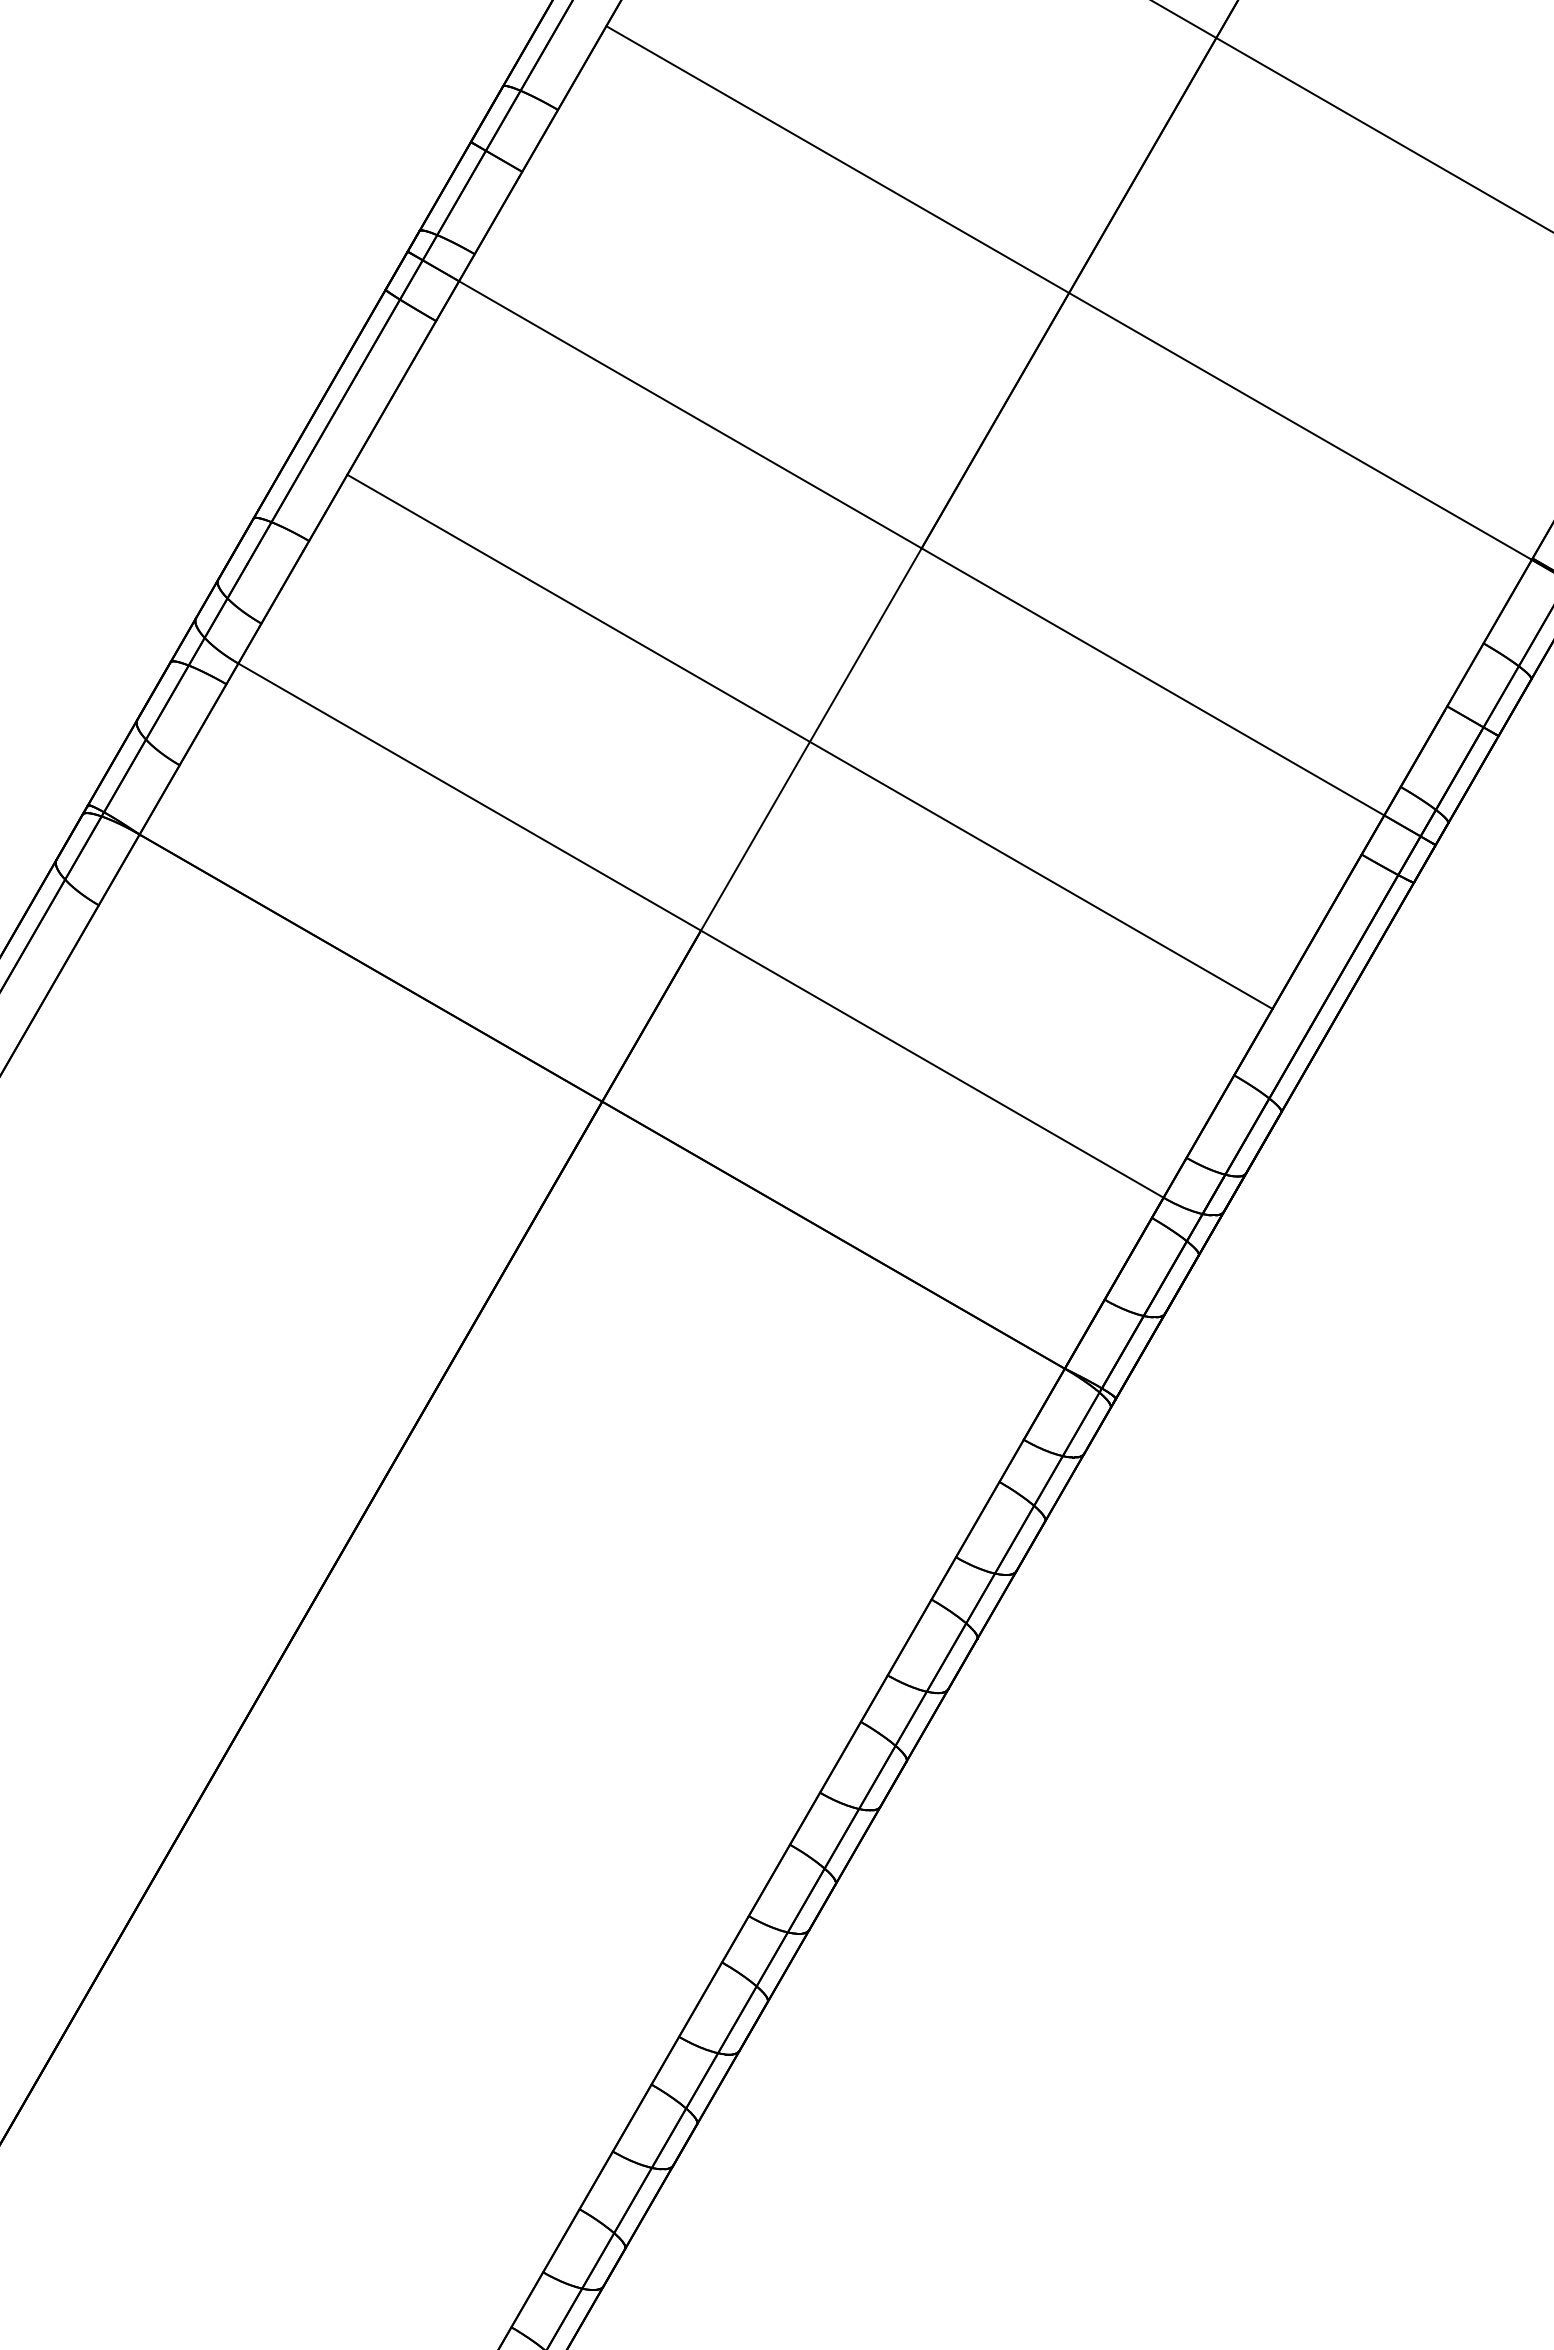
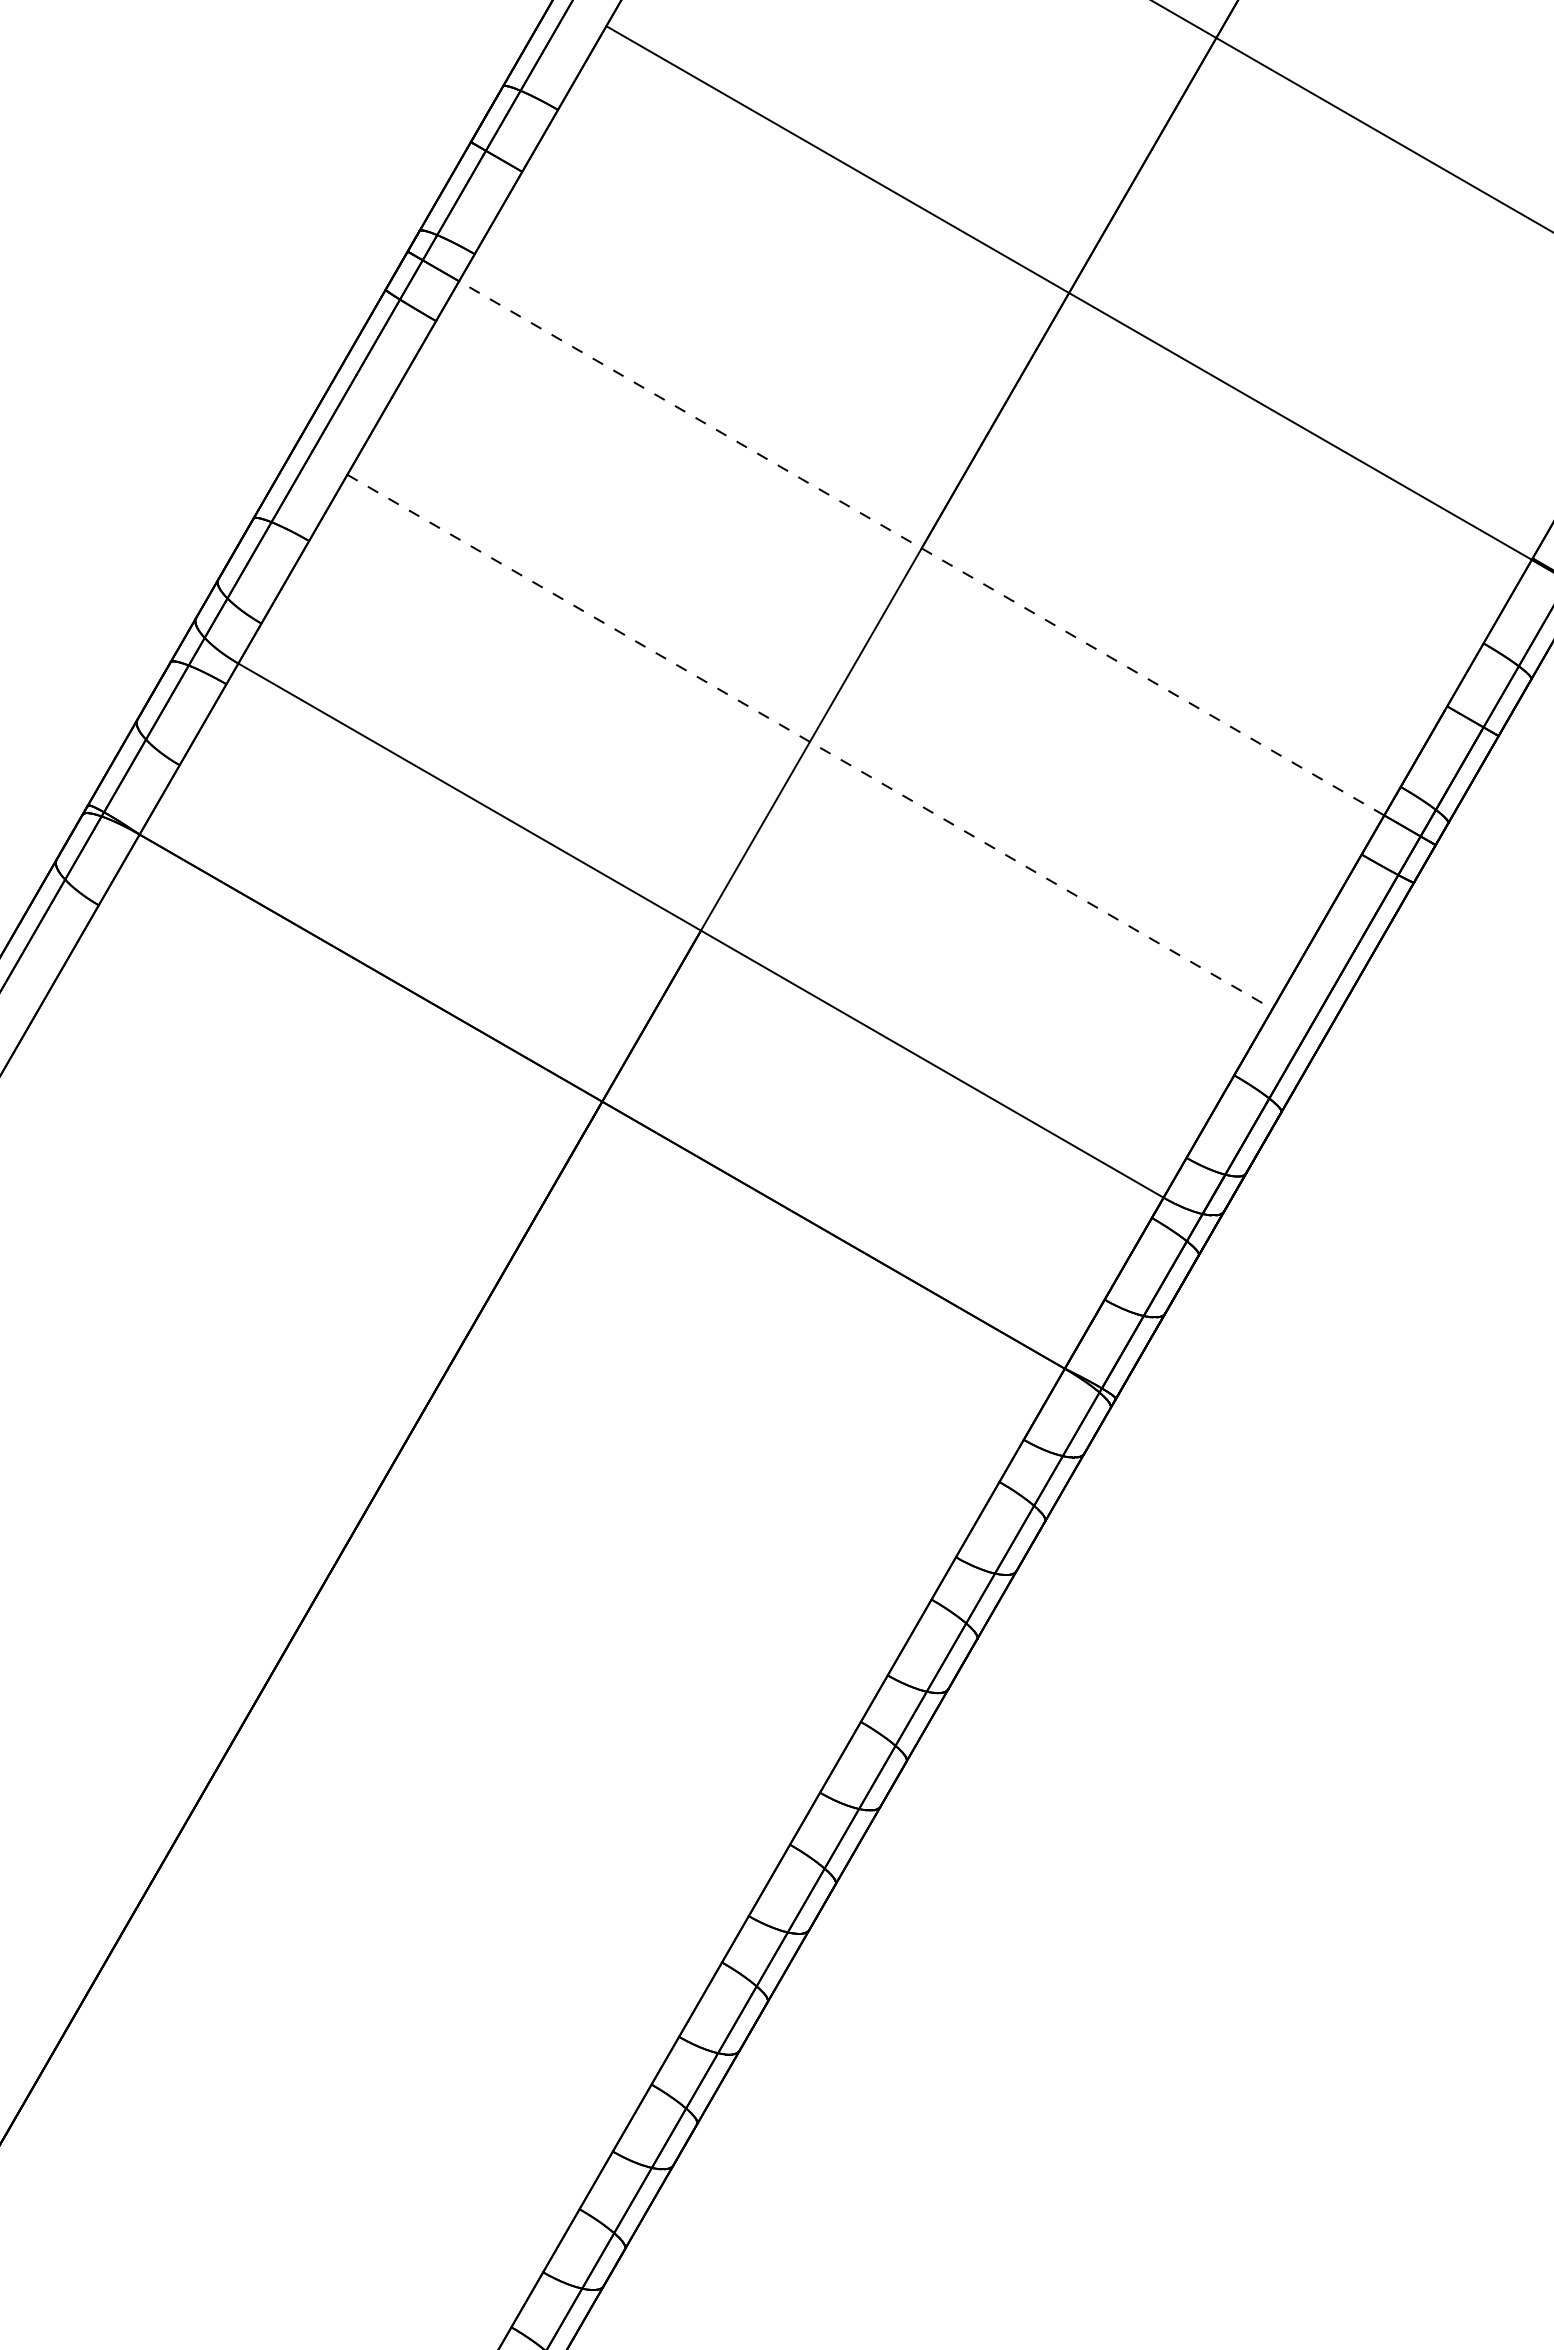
line at (921, 548): solid -> dashed
line at (810, 742): solid -> dashed
